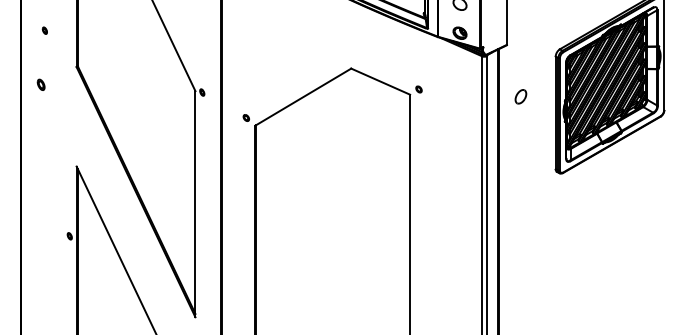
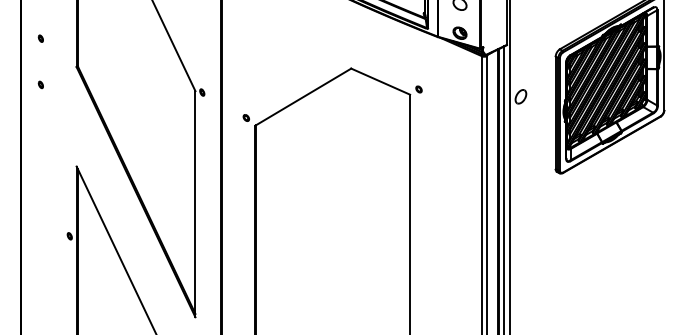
part at (44, 30) position: (44, 30) -> (40, 38)
part at (40, 84) size: 10x13 px -> 7x10 px
line at (509, 166): none -> present
line at (504, 188): none -> present
